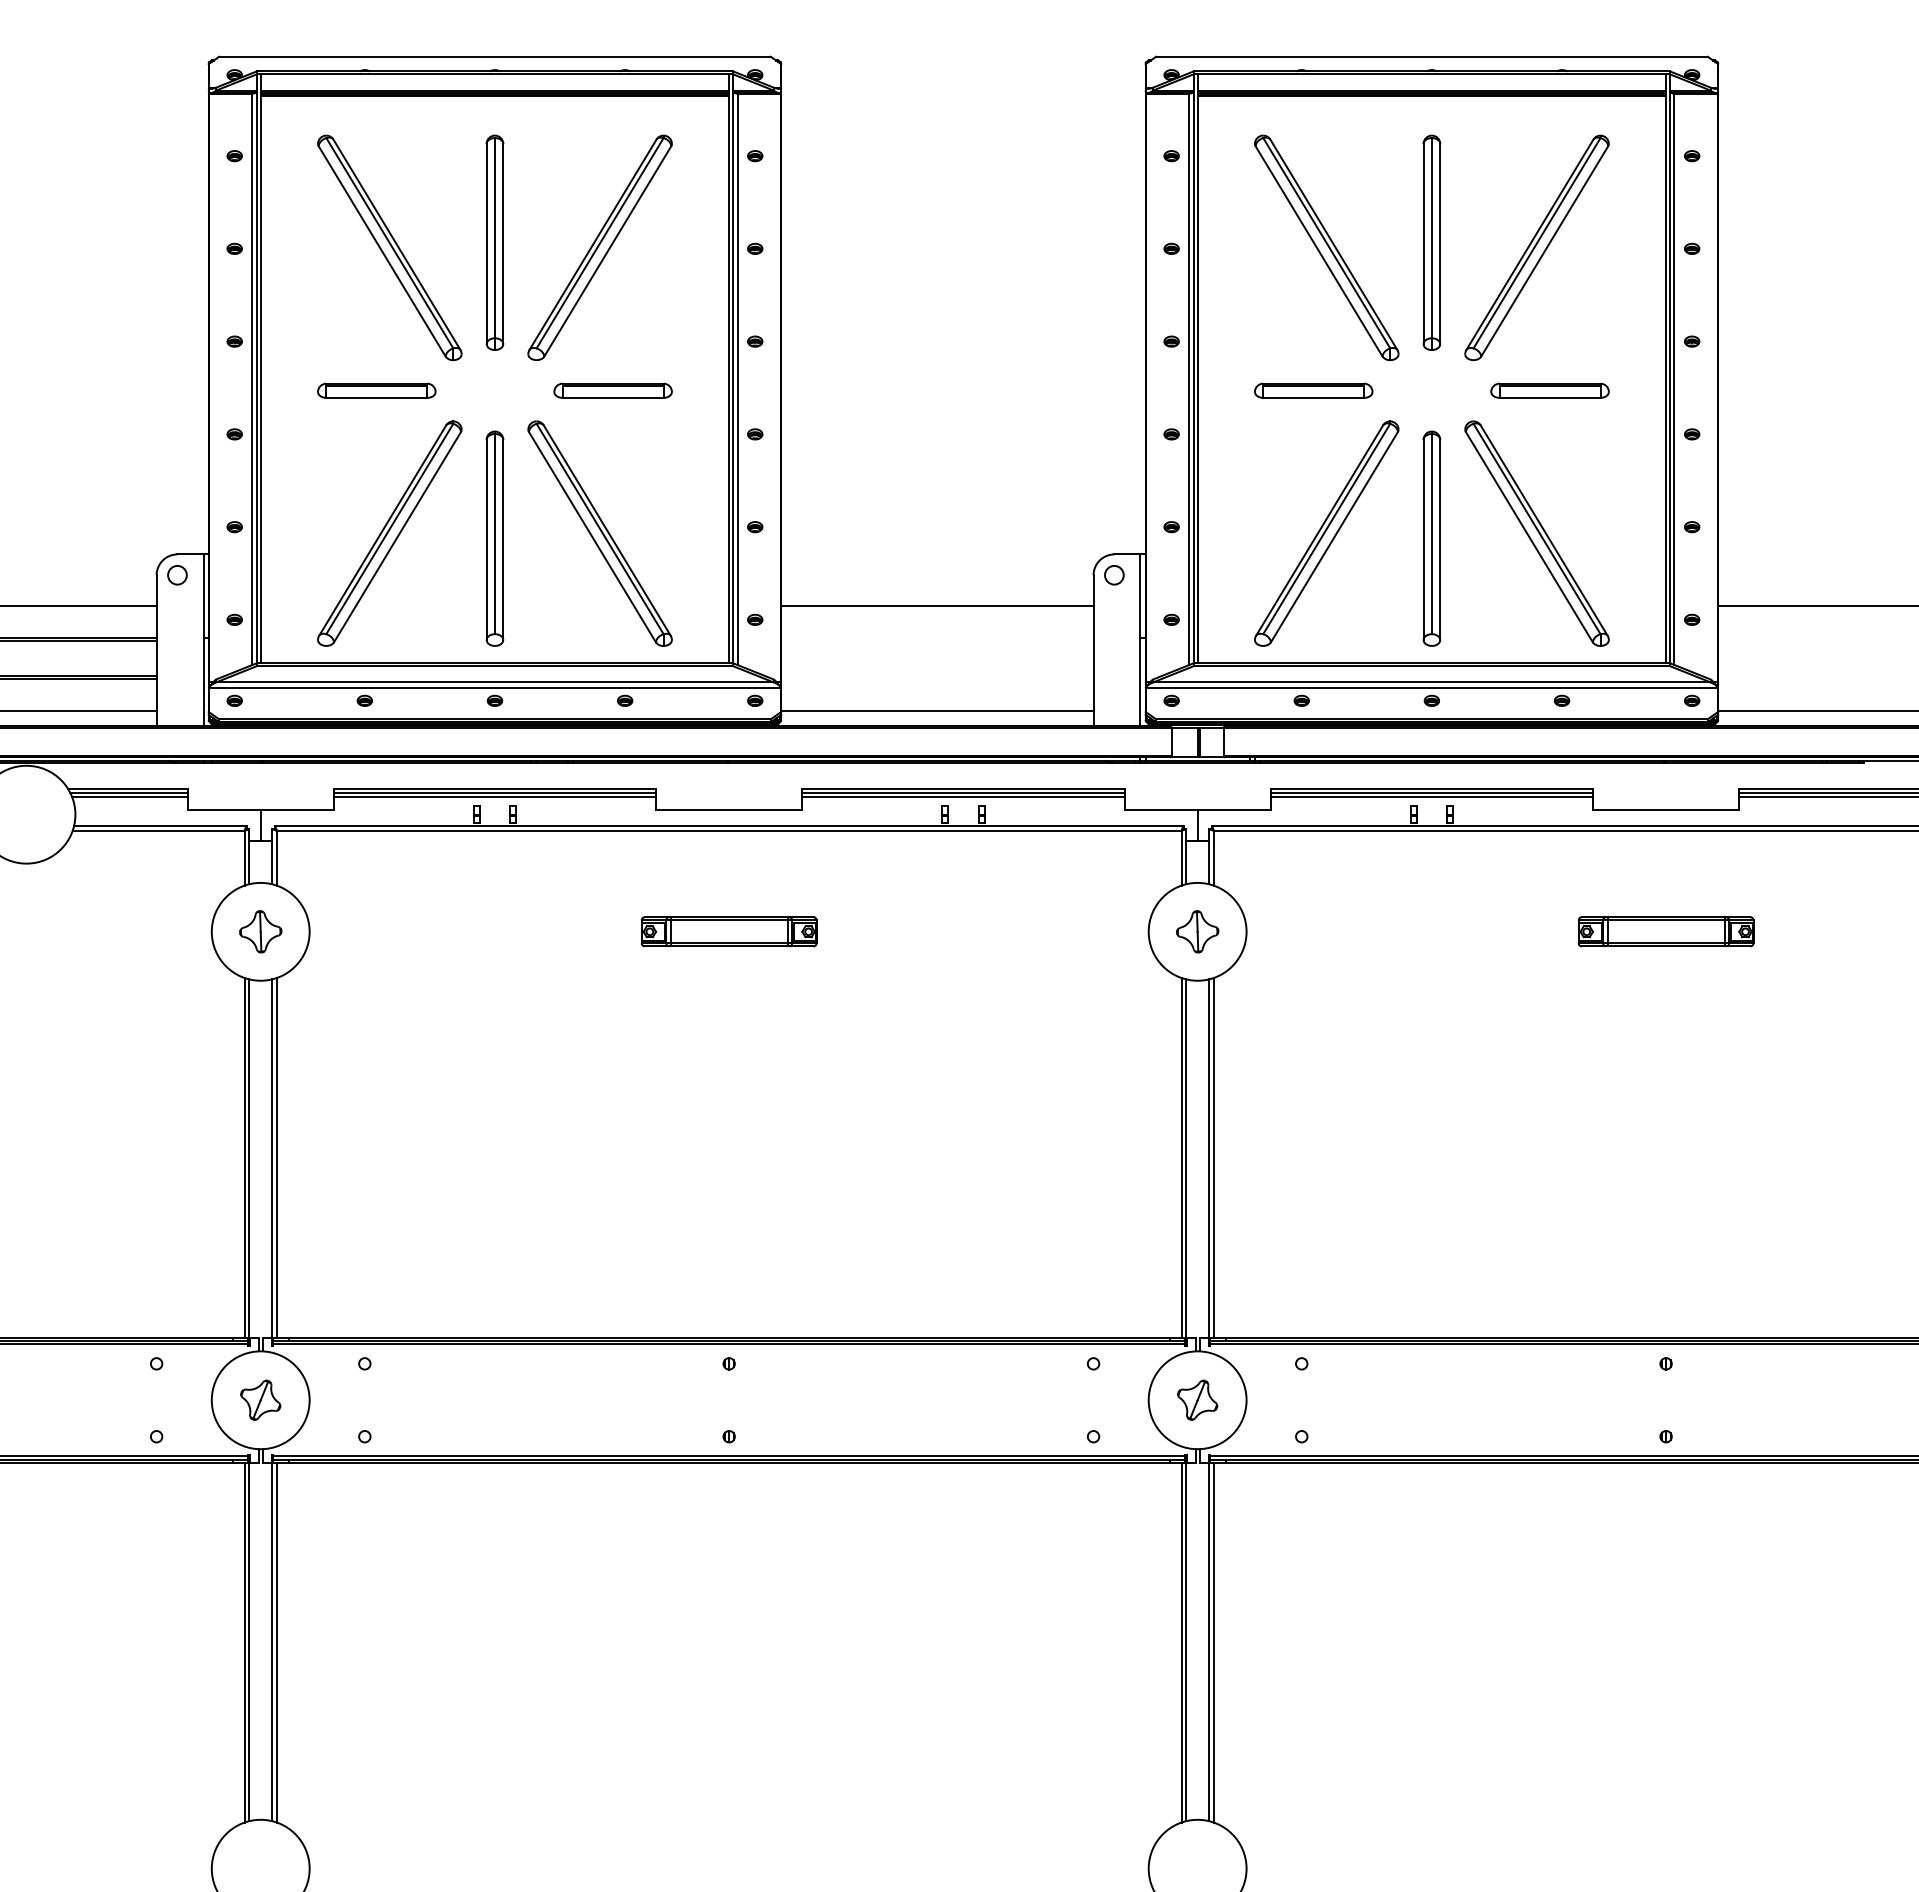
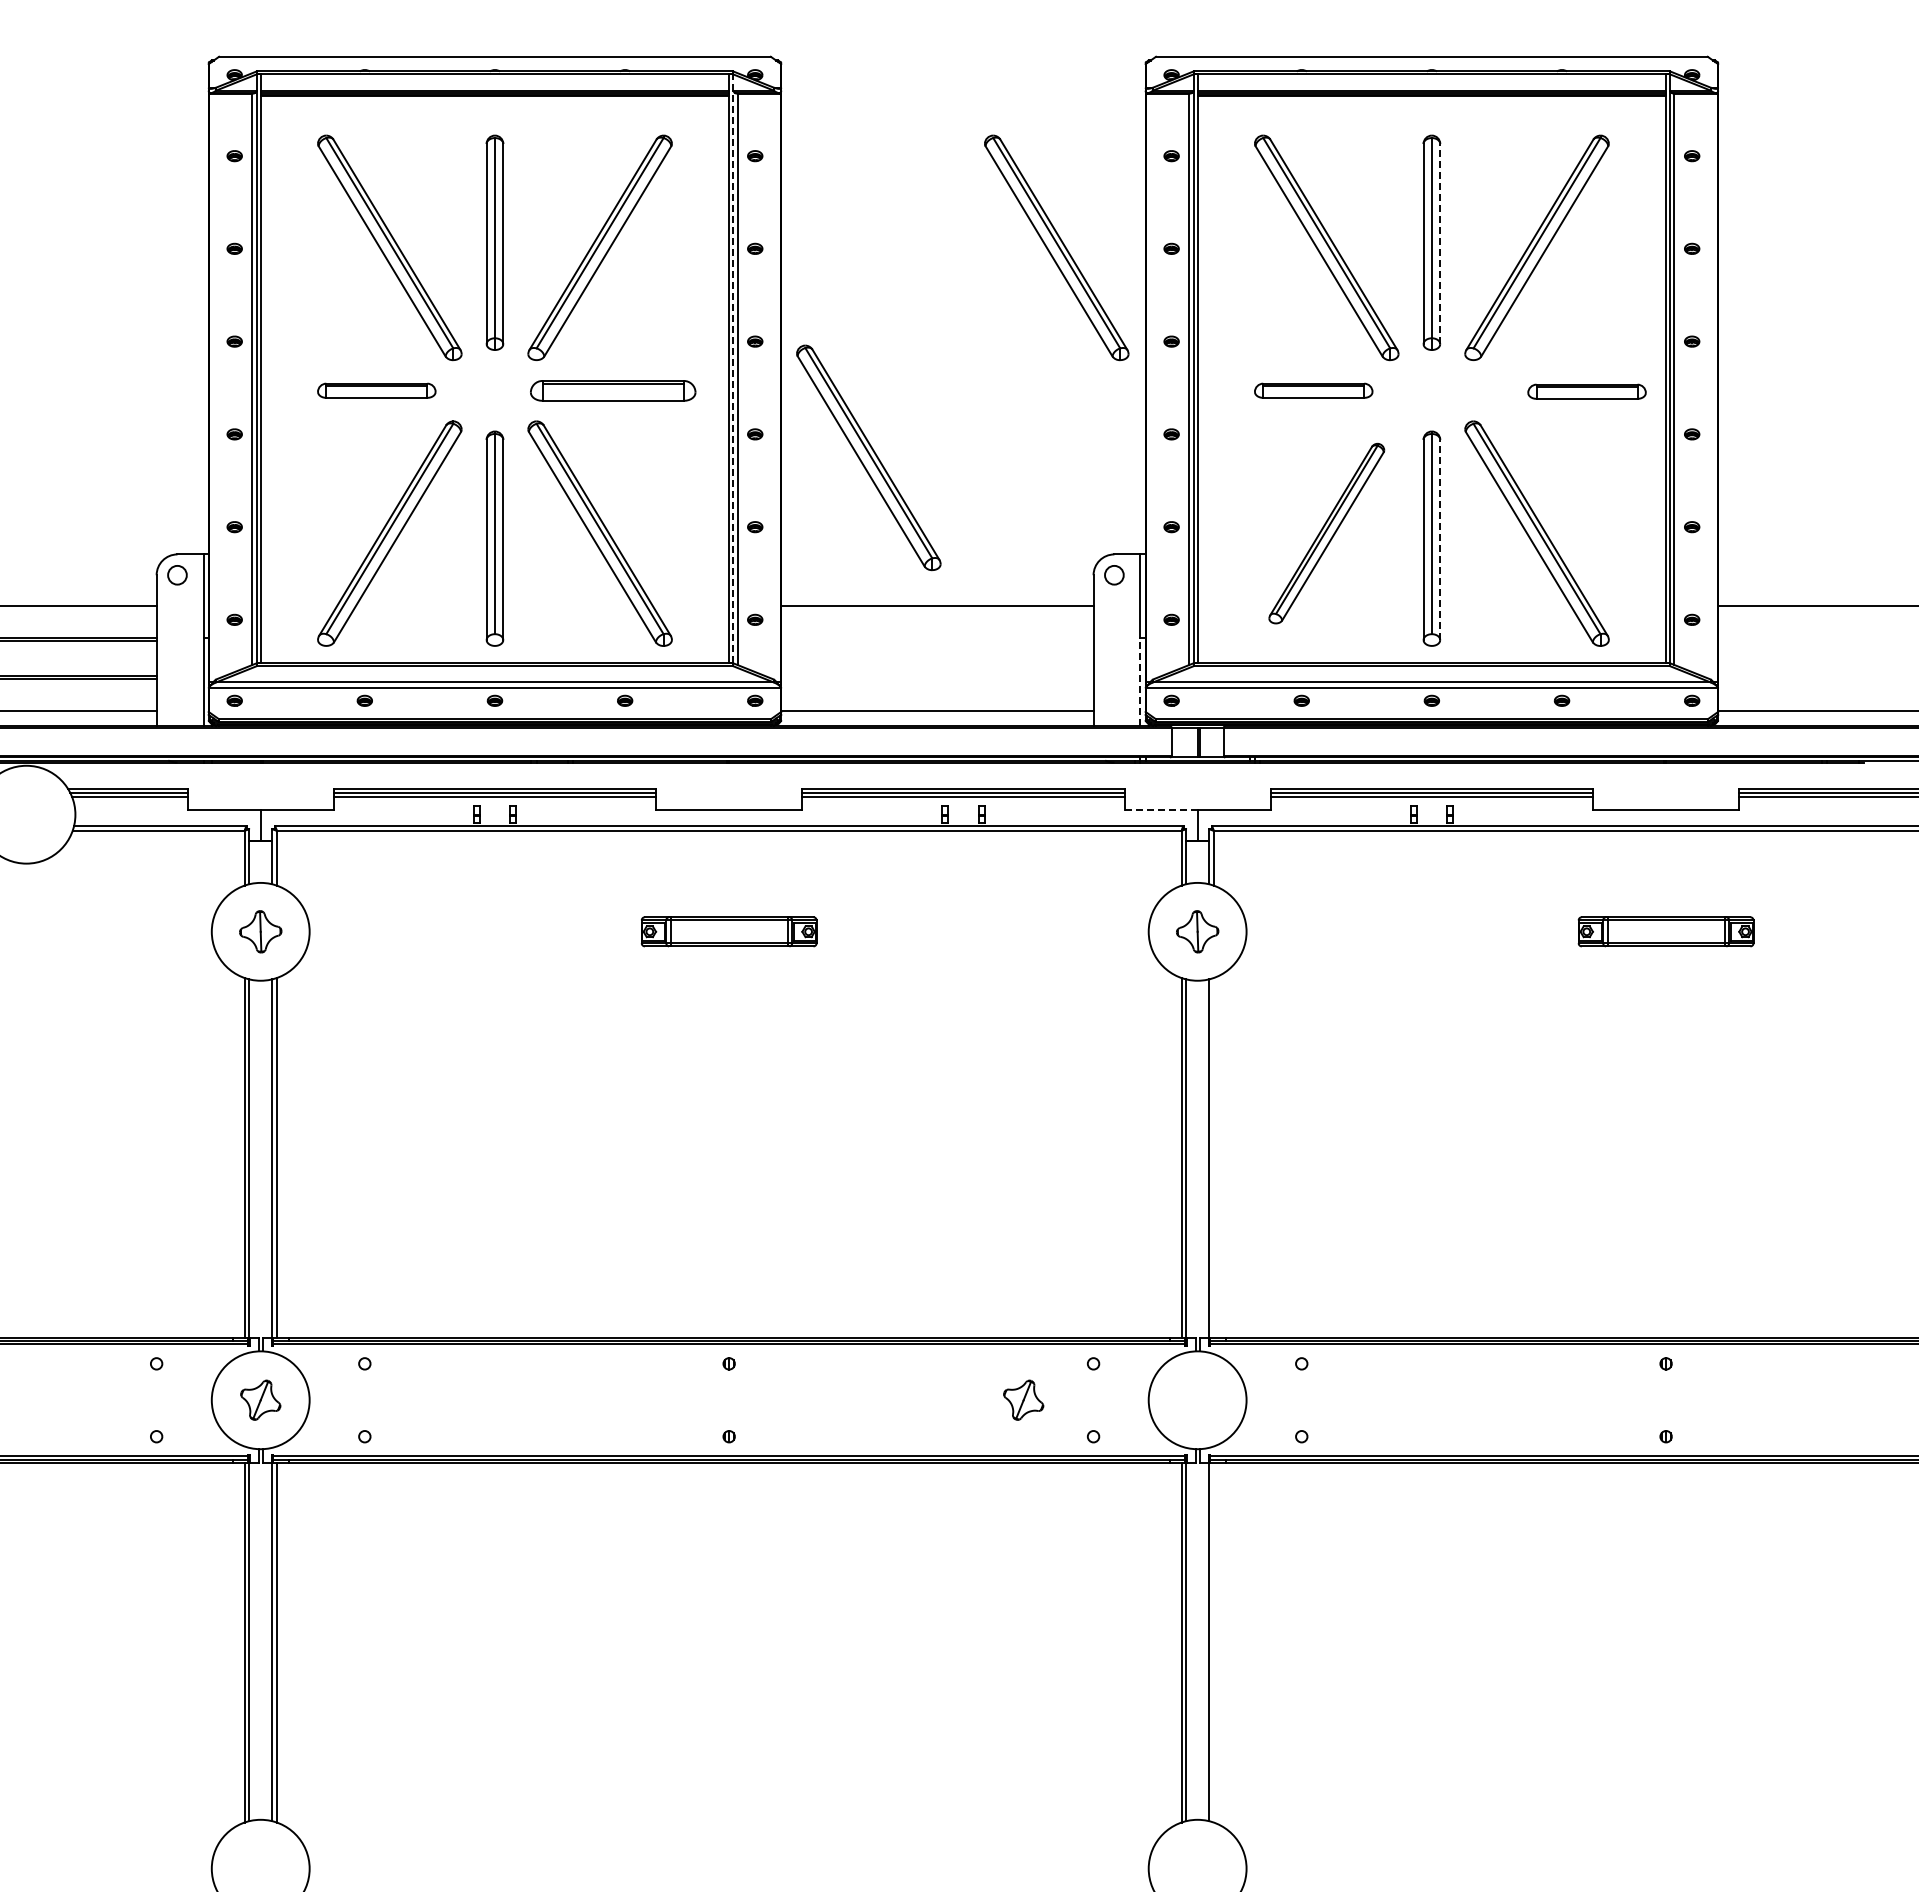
line at (1440, 243): solid -> dashed
part at (1056, 247): none -> present
line at (733, 368): solid -> dashed
part at (612, 390) size: 120x17 px -> 167x22 px
part at (1549, 390) position: (1549, 390) -> (1586, 391)
part at (868, 457): none -> present
part at (1326, 533) size: 146x227 px -> 118x183 px
line at (1440, 539): solid -> dashed
line at (1140, 681): solid -> dashed
line at (1160, 809): solid -> dashed
line at (1213, 1157): present -> none
part at (1197, 1399) position: (1197, 1399) -> (1023, 1399)
line at (1213, 1642): present -> none
